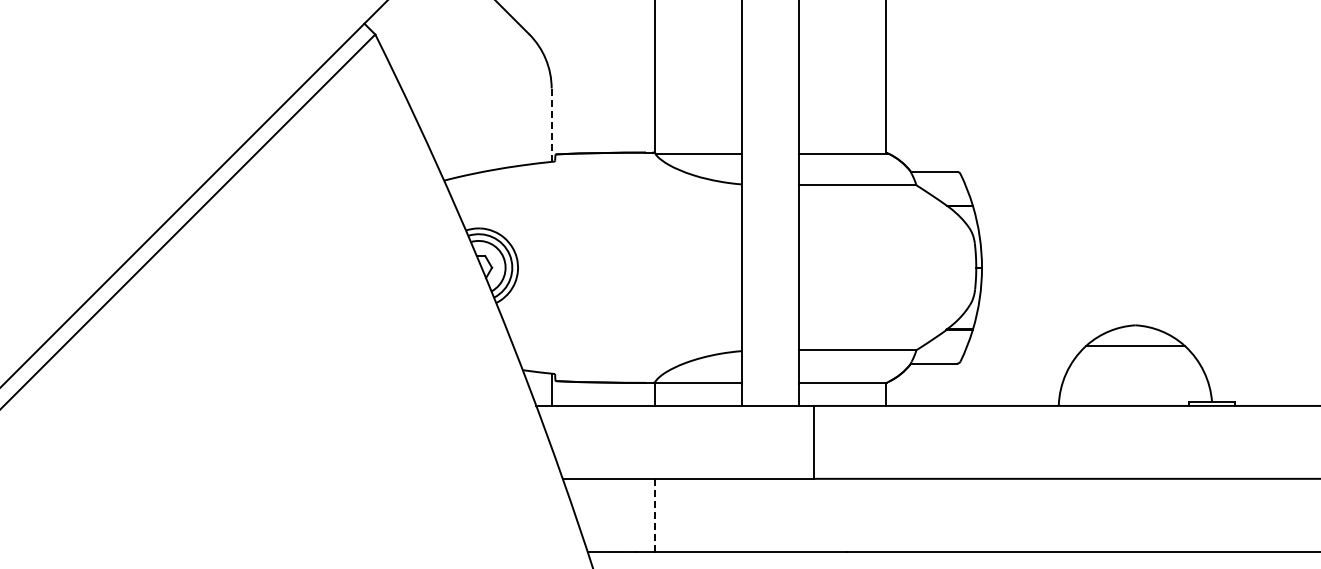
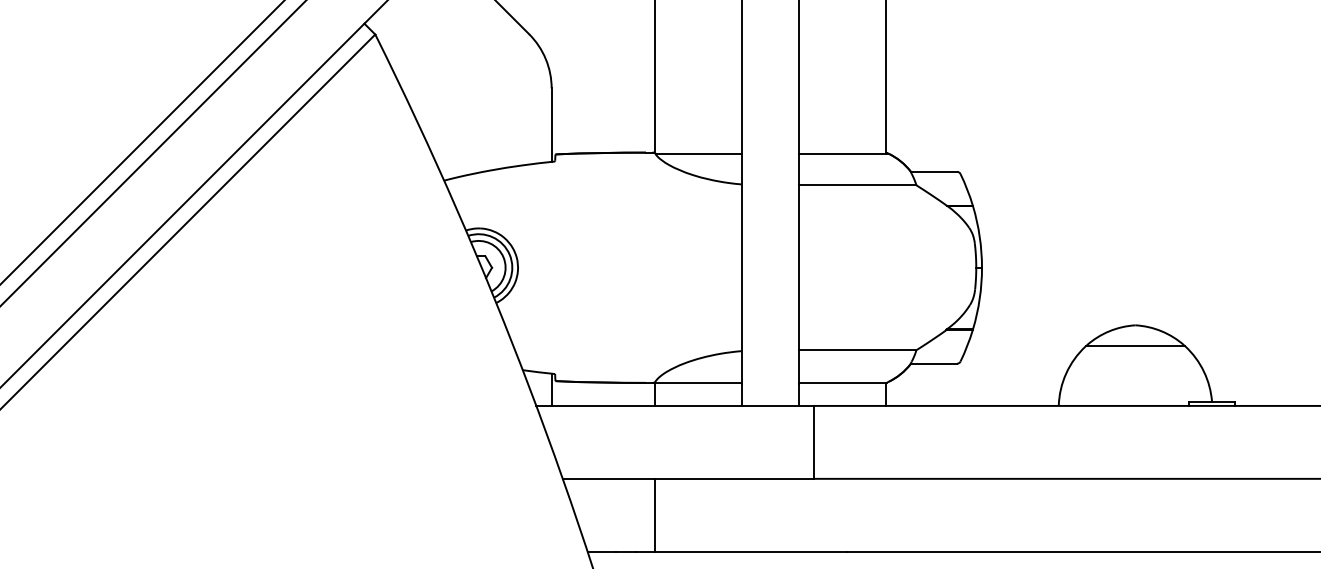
line at (551, 125): dashed -> solid
line at (142, 142): none -> present
line at (153, 153): none -> present
line at (654, 515): dashed -> solid
